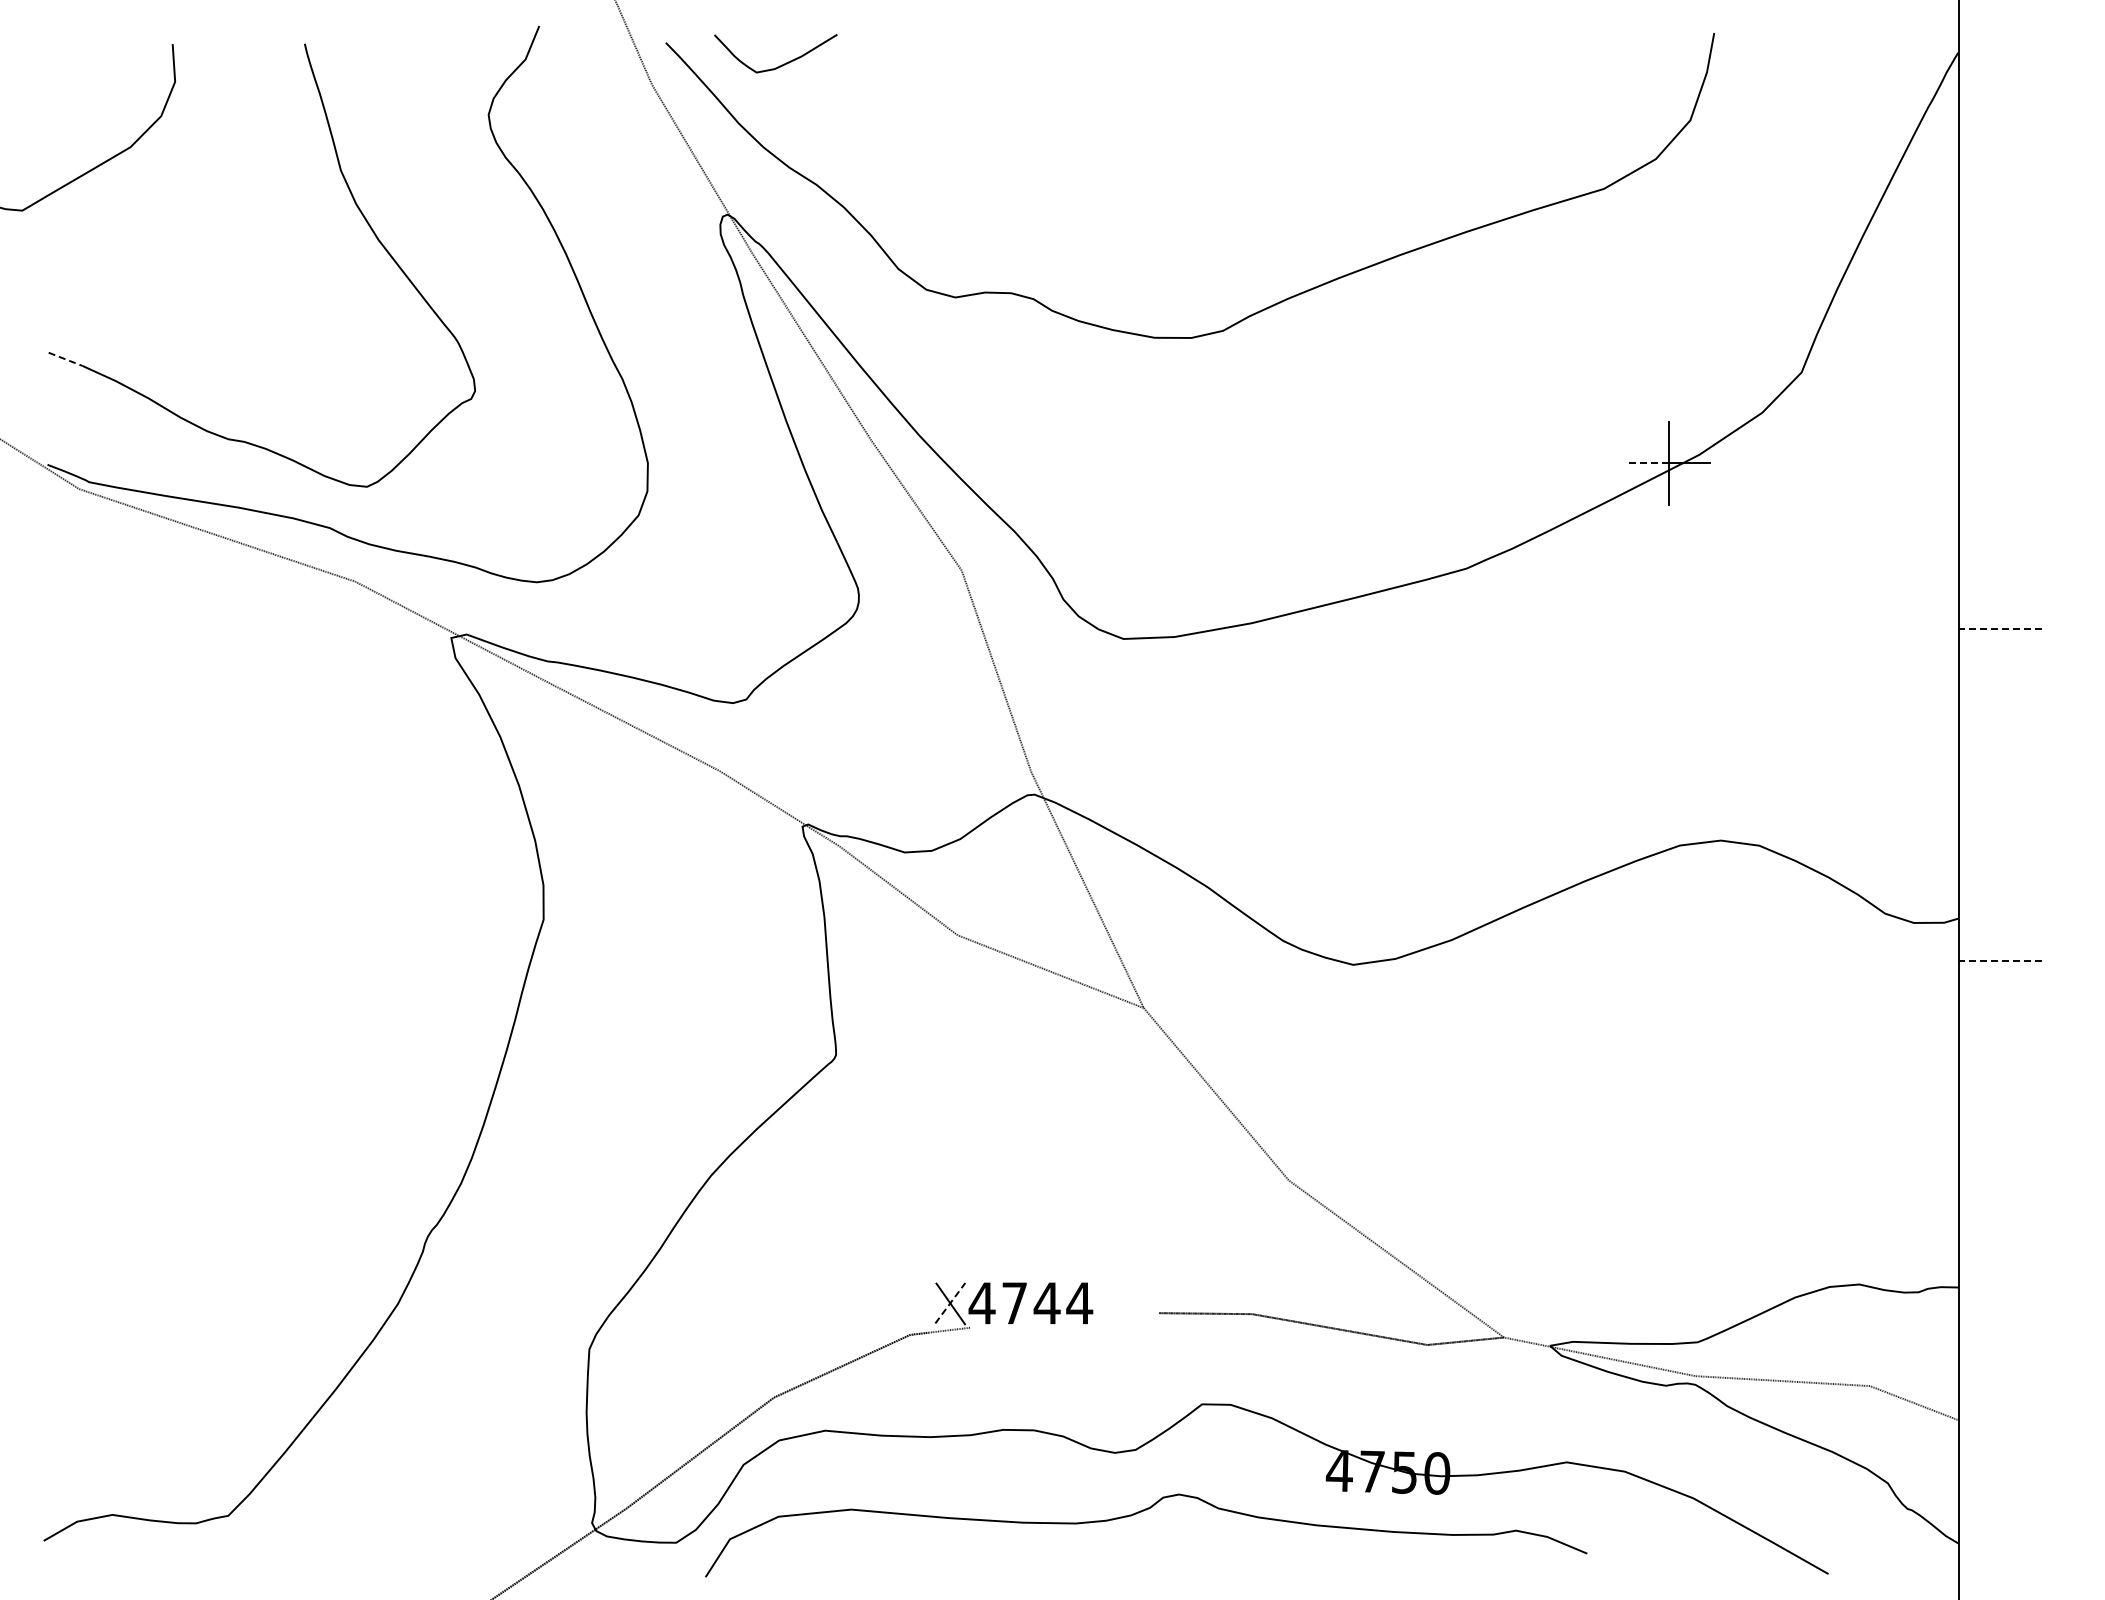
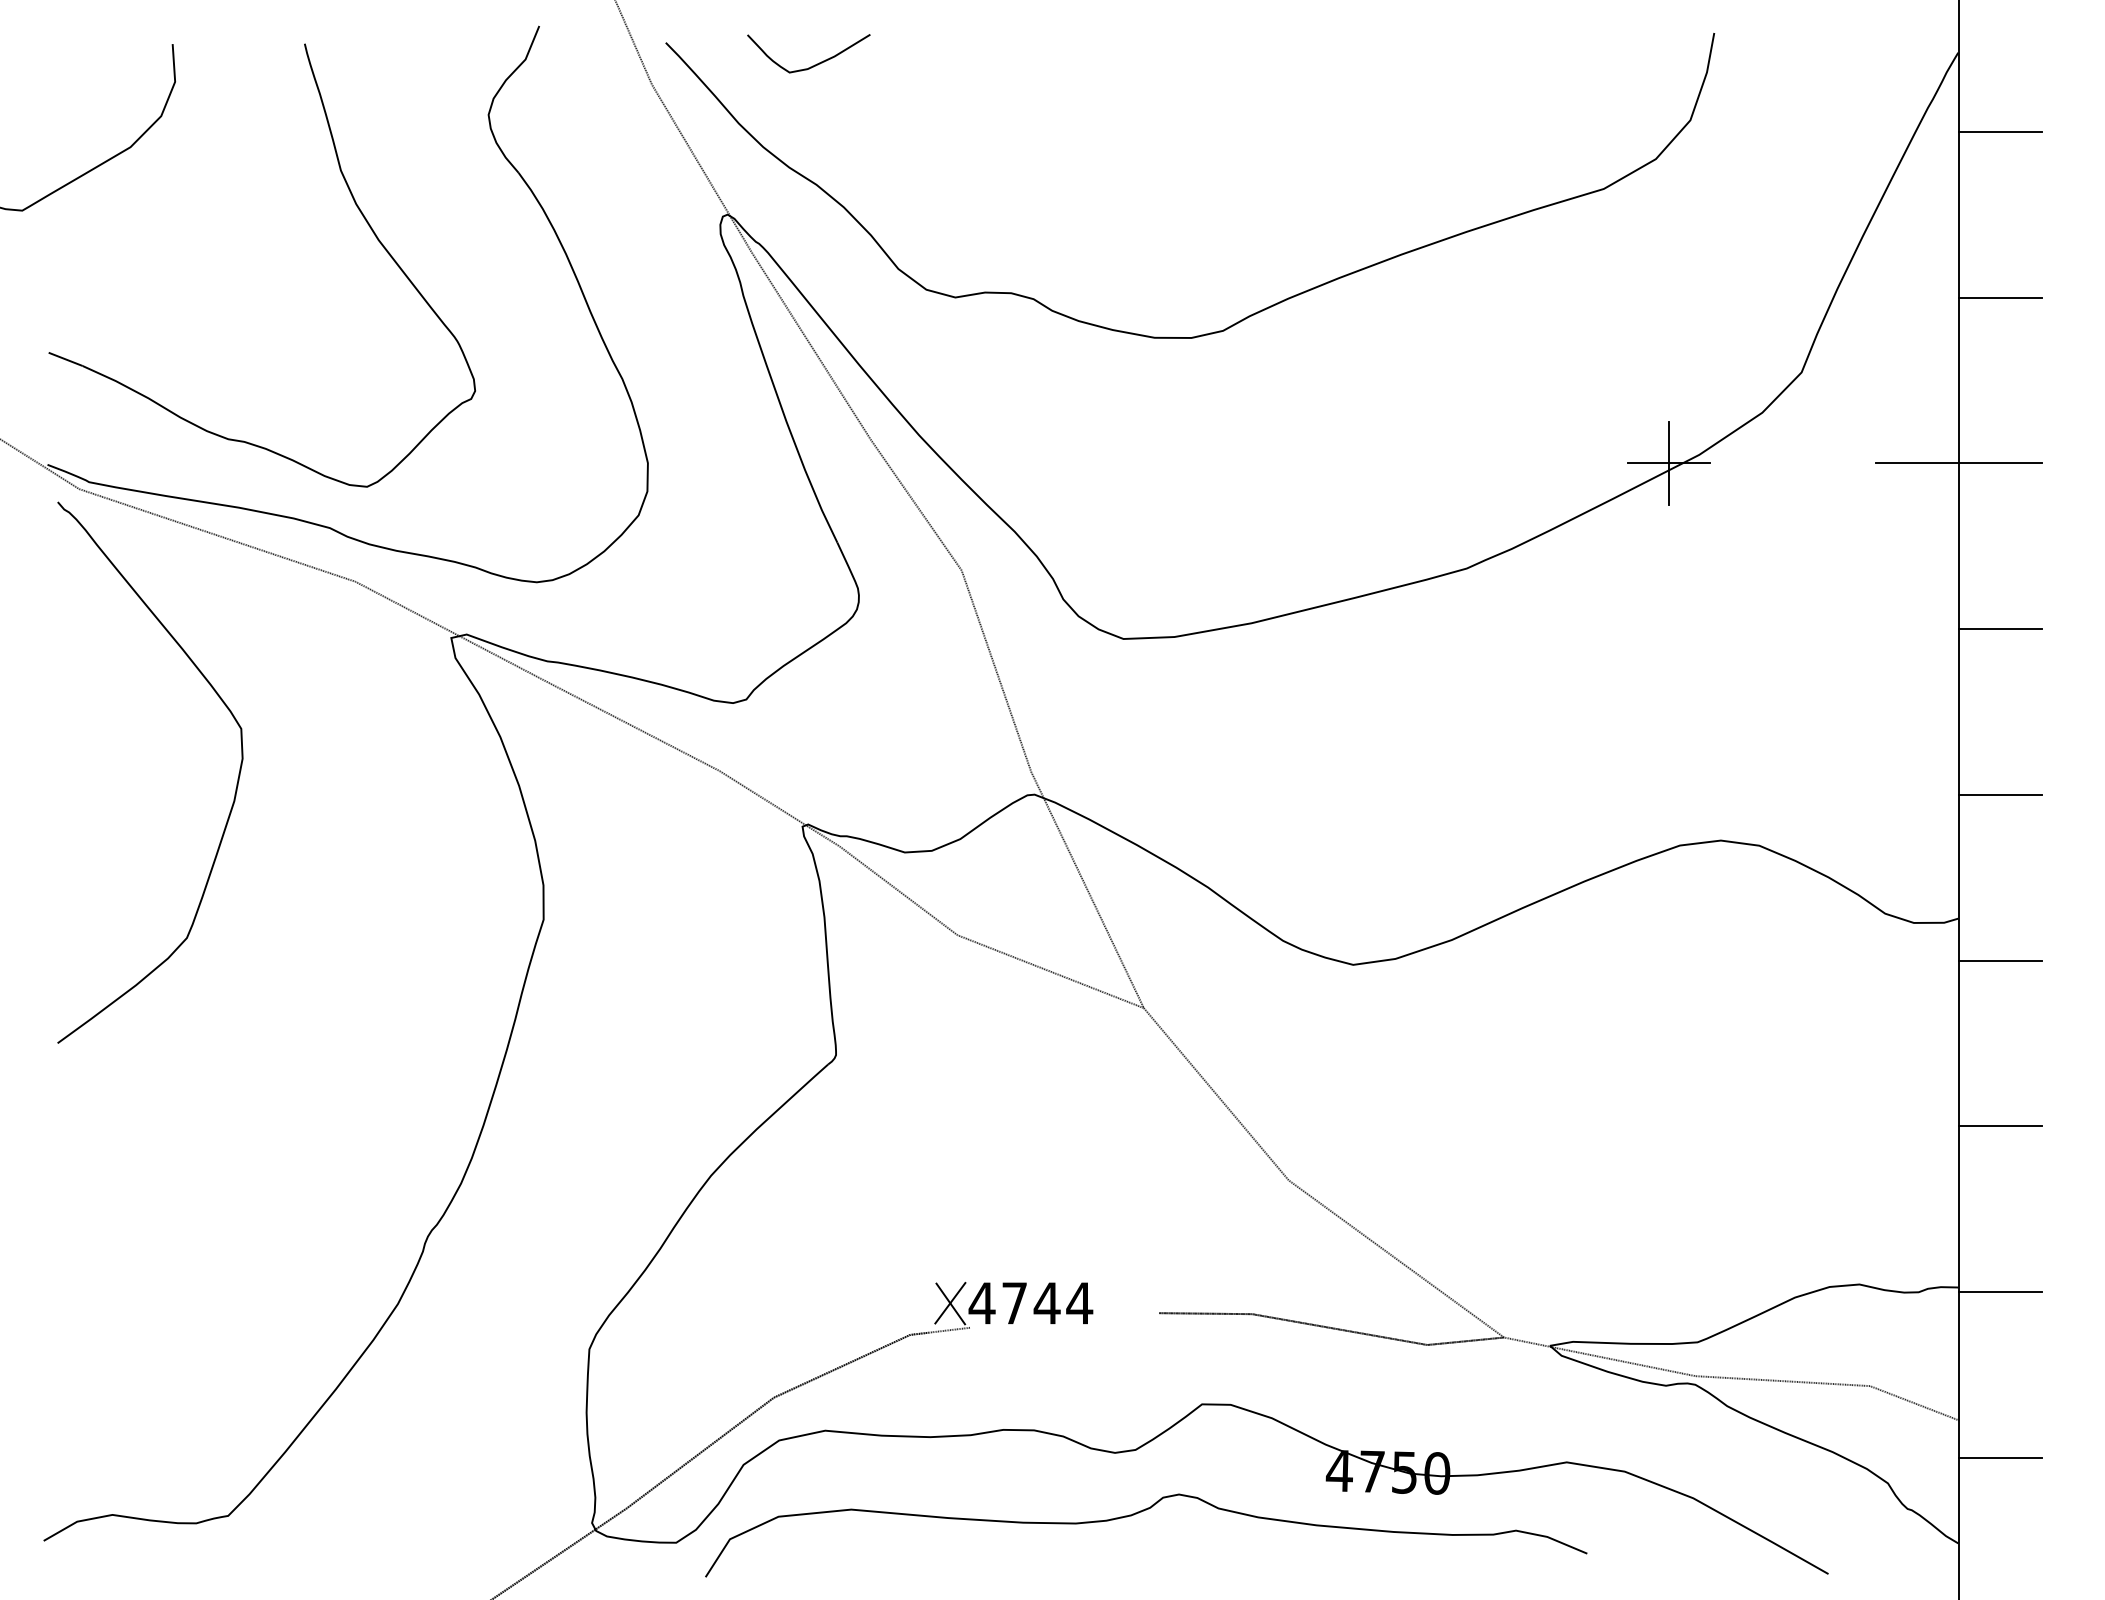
curve at (781, 64) position: (781, 64) -> (814, 64)
line at (1999, 131): none -> present
line at (1999, 297): none -> present
line at (66, 359): dashed -> solid
line at (1648, 463): dashed -> solid
line at (1958, 463): none -> present
line at (1999, 629): dashed -> solid
curve at (235, 788): none -> present
line at (1999, 794): none -> present
line at (1999, 960): dashed -> solid
line at (1999, 1126): none -> present
line at (1999, 1292): none -> present
line at (950, 1302): dashed -> solid
line at (1999, 1457): none -> present
